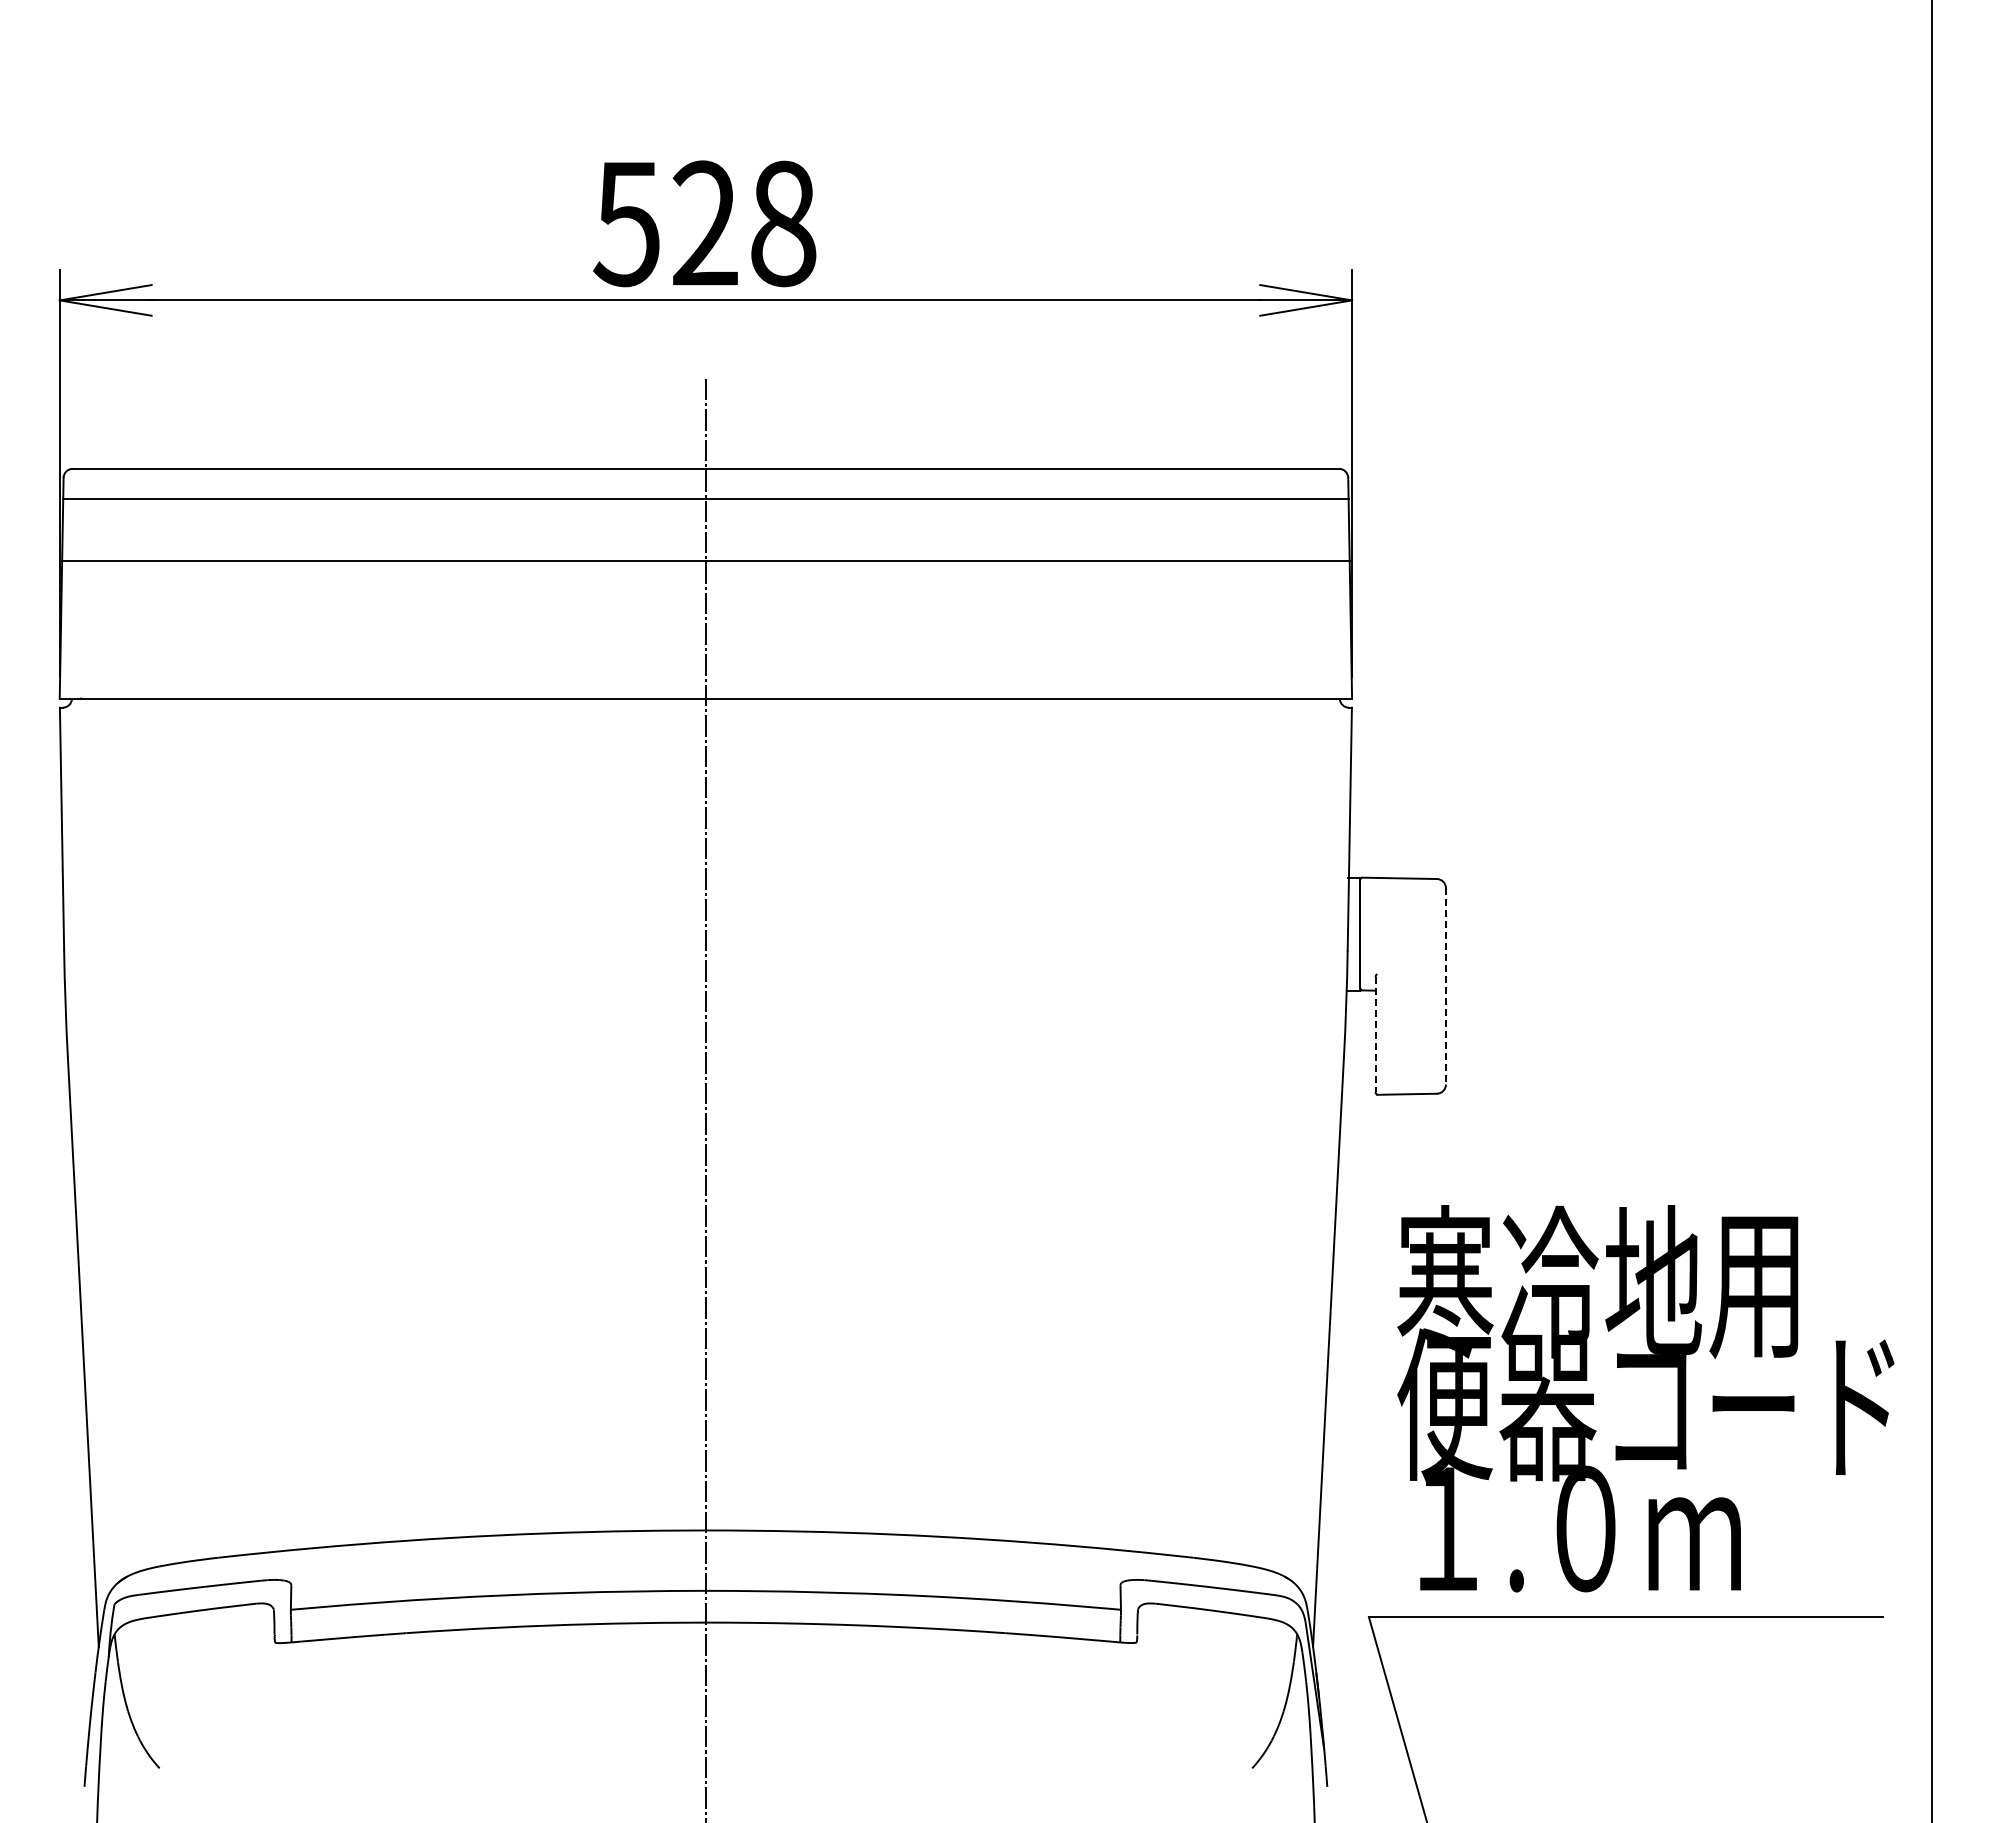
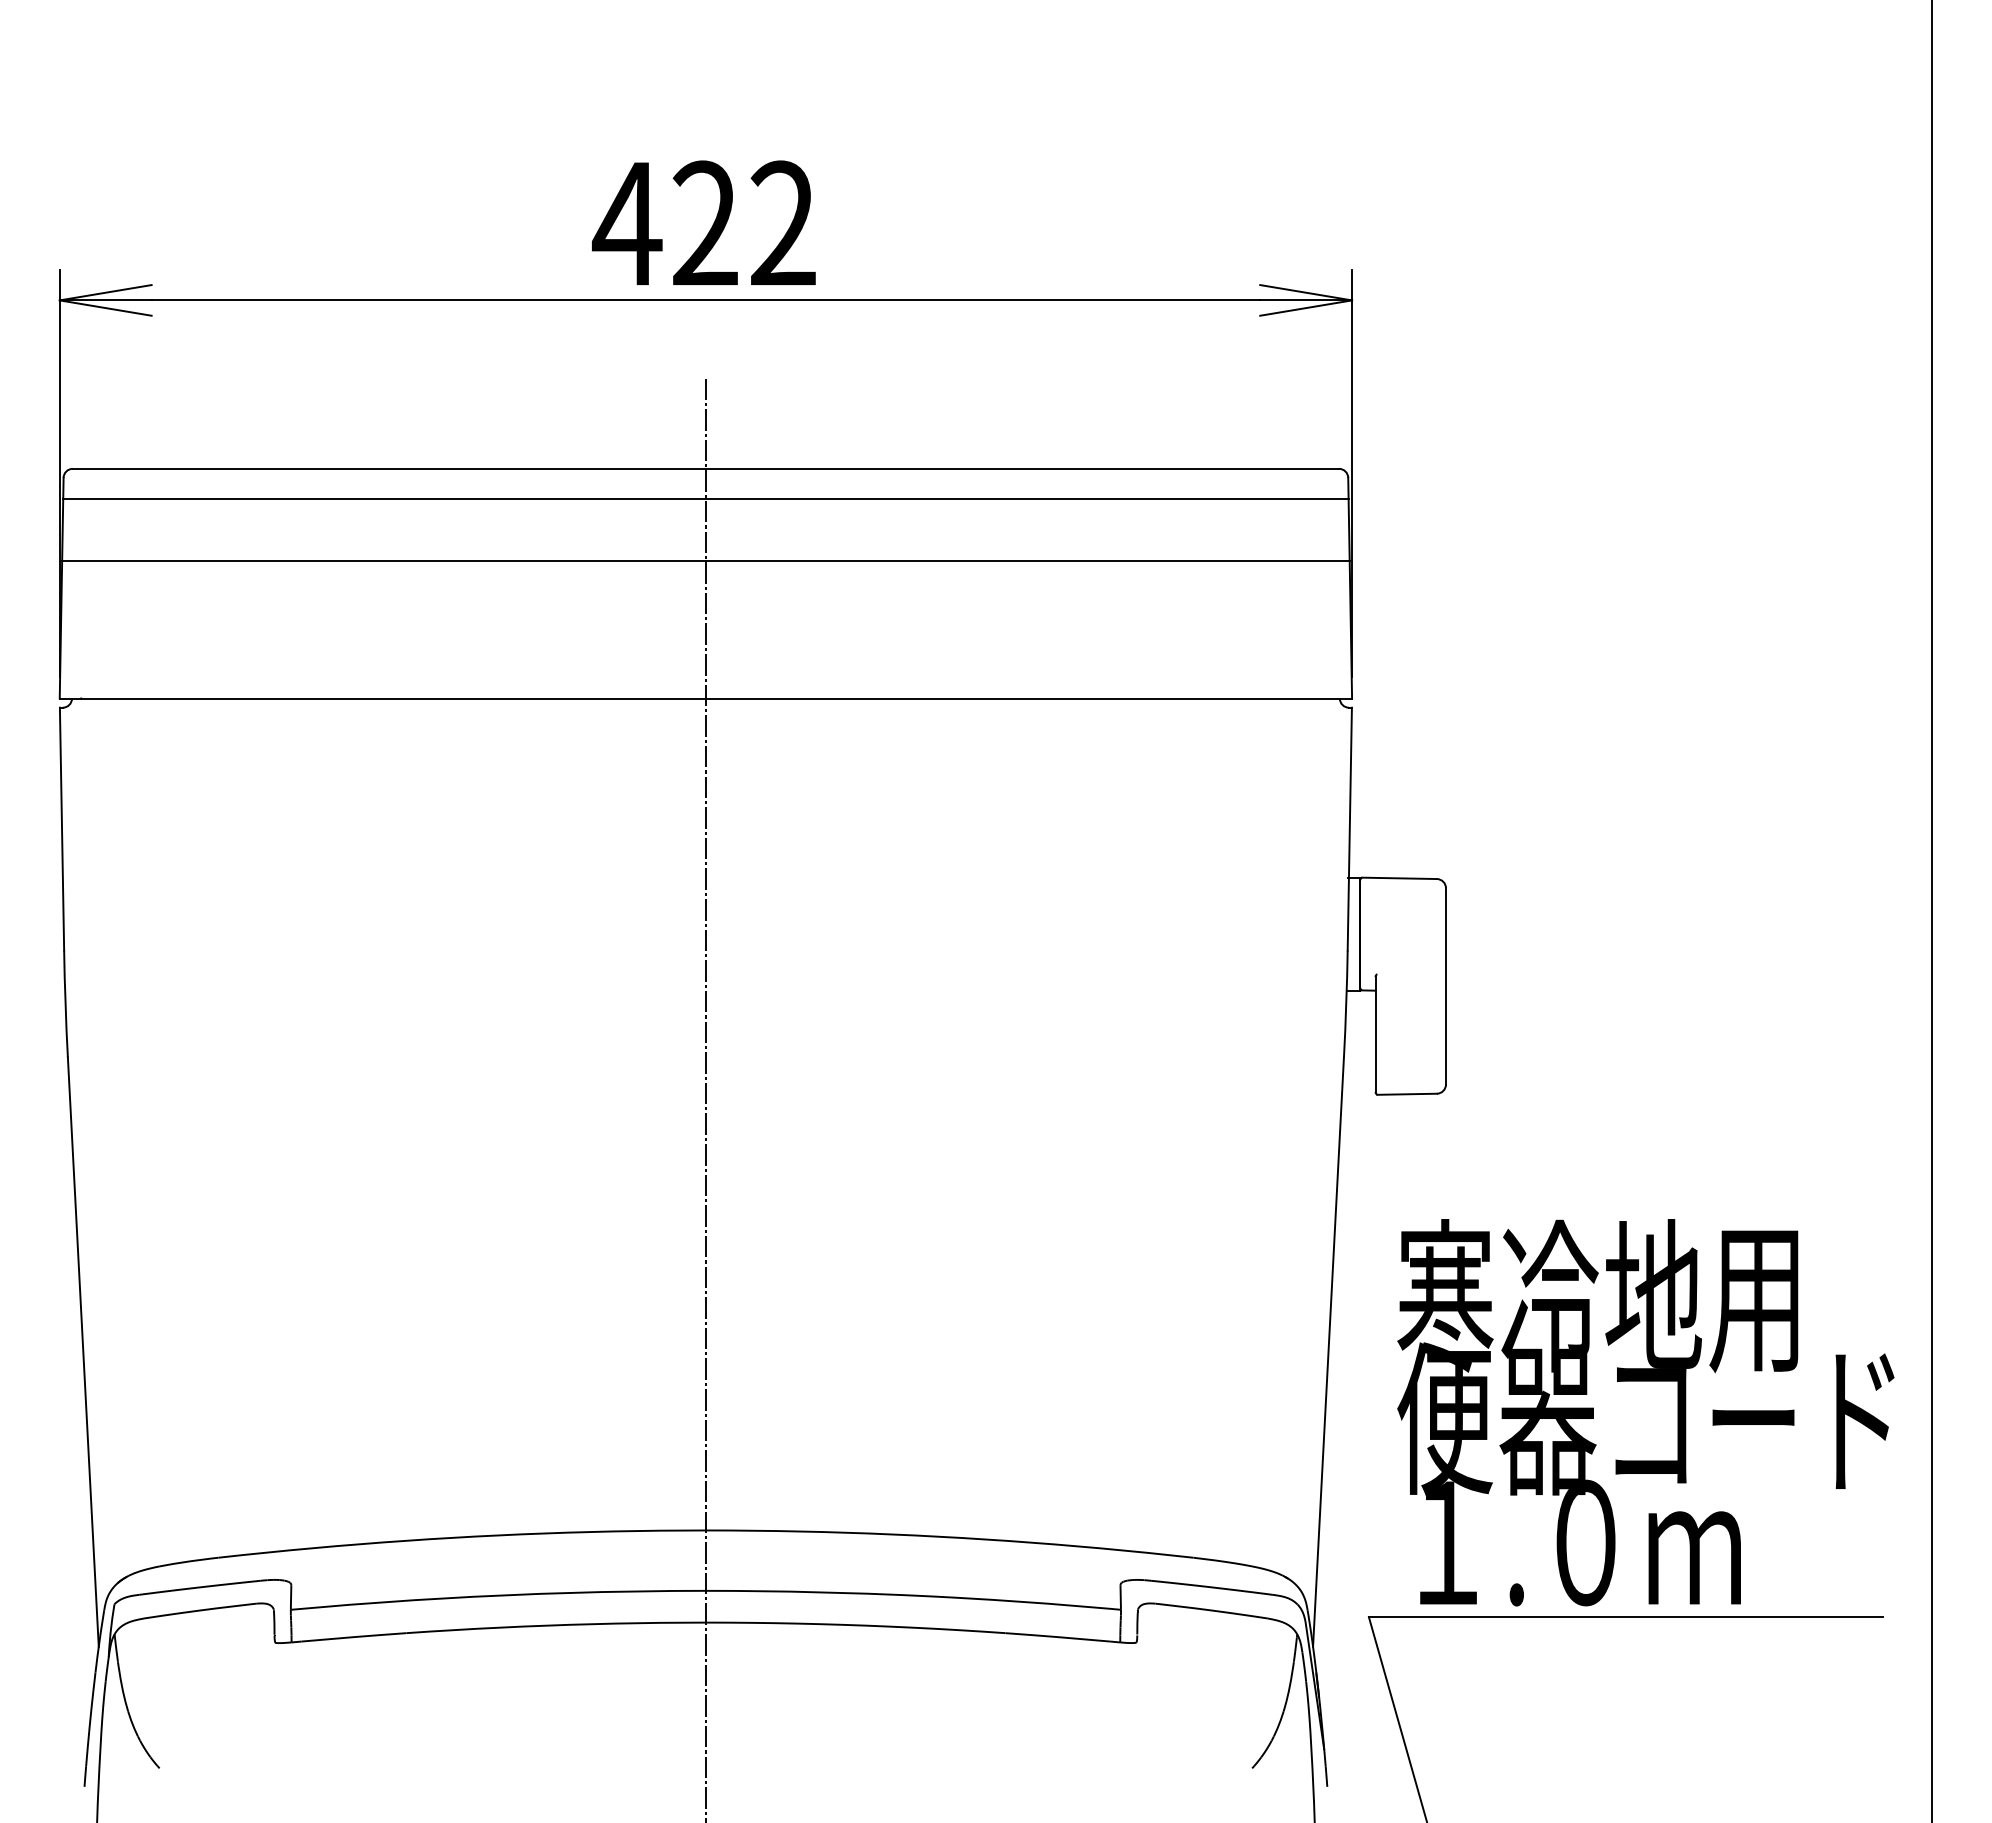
text at (703, 223): 528 -> 422
line at (1445, 986): dashed -> solid
line at (1375, 1034): dashed -> solid
text at (1645, 1398) position: (1645, 1398) -> (1645, 1412)
